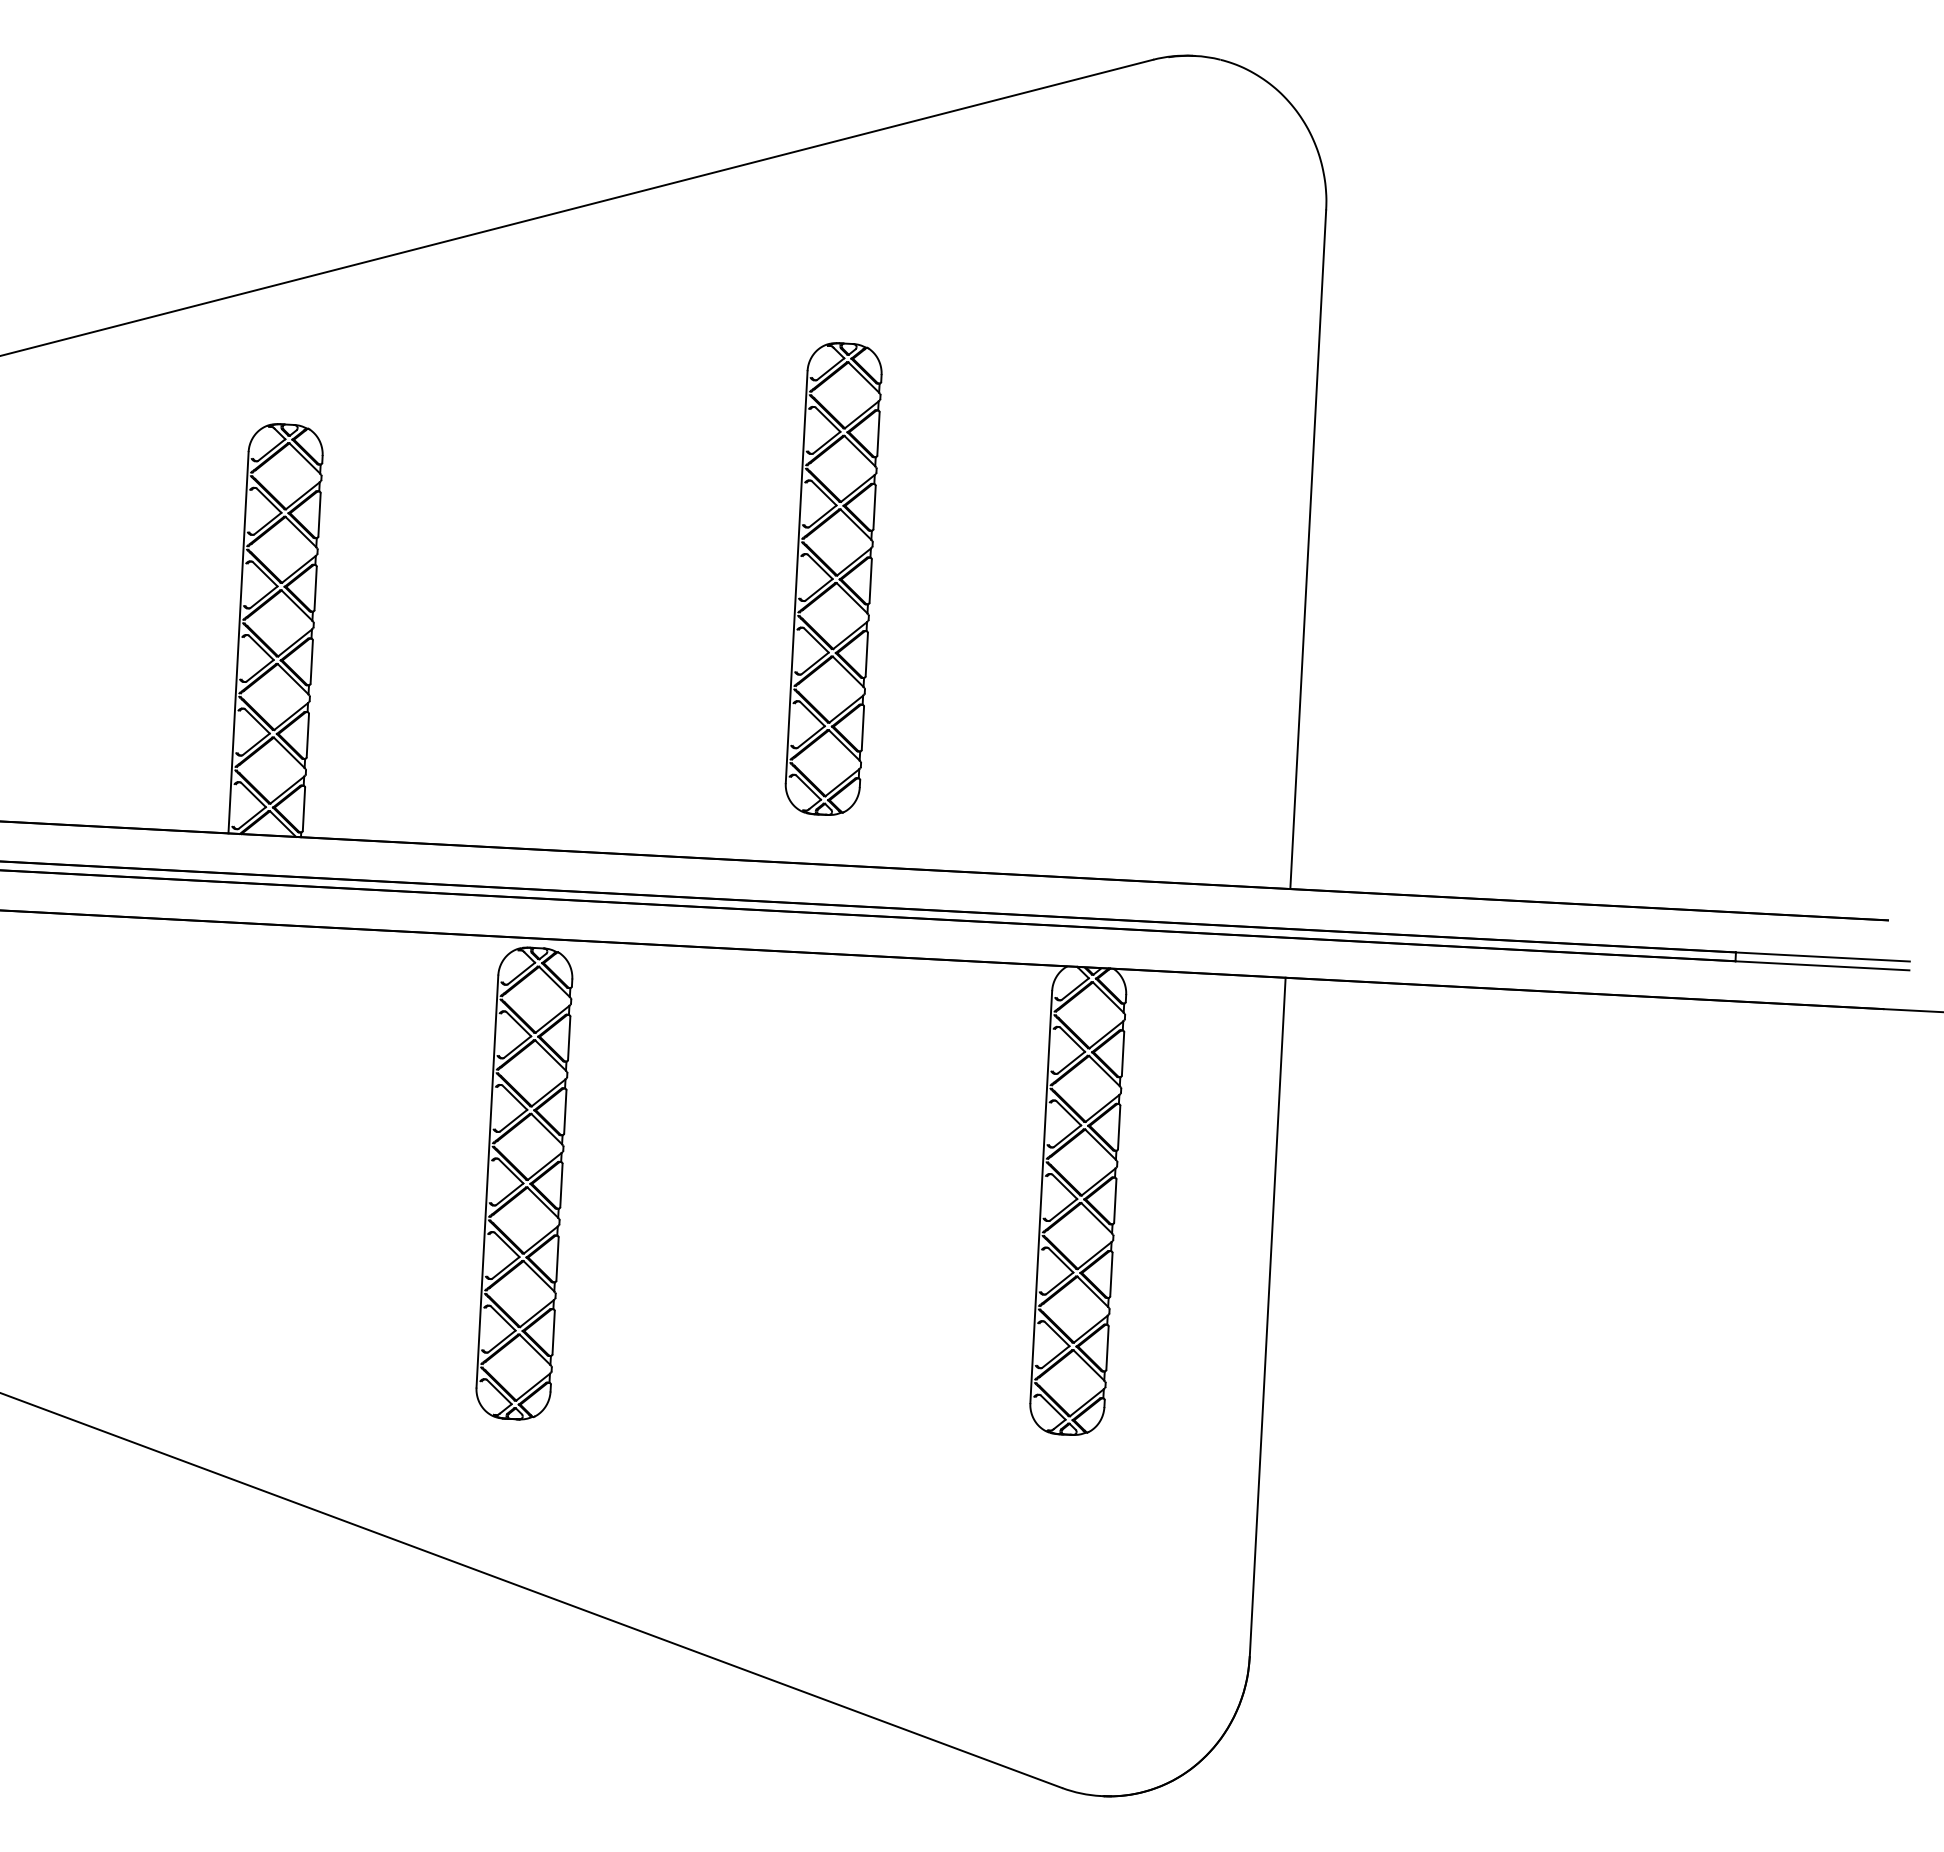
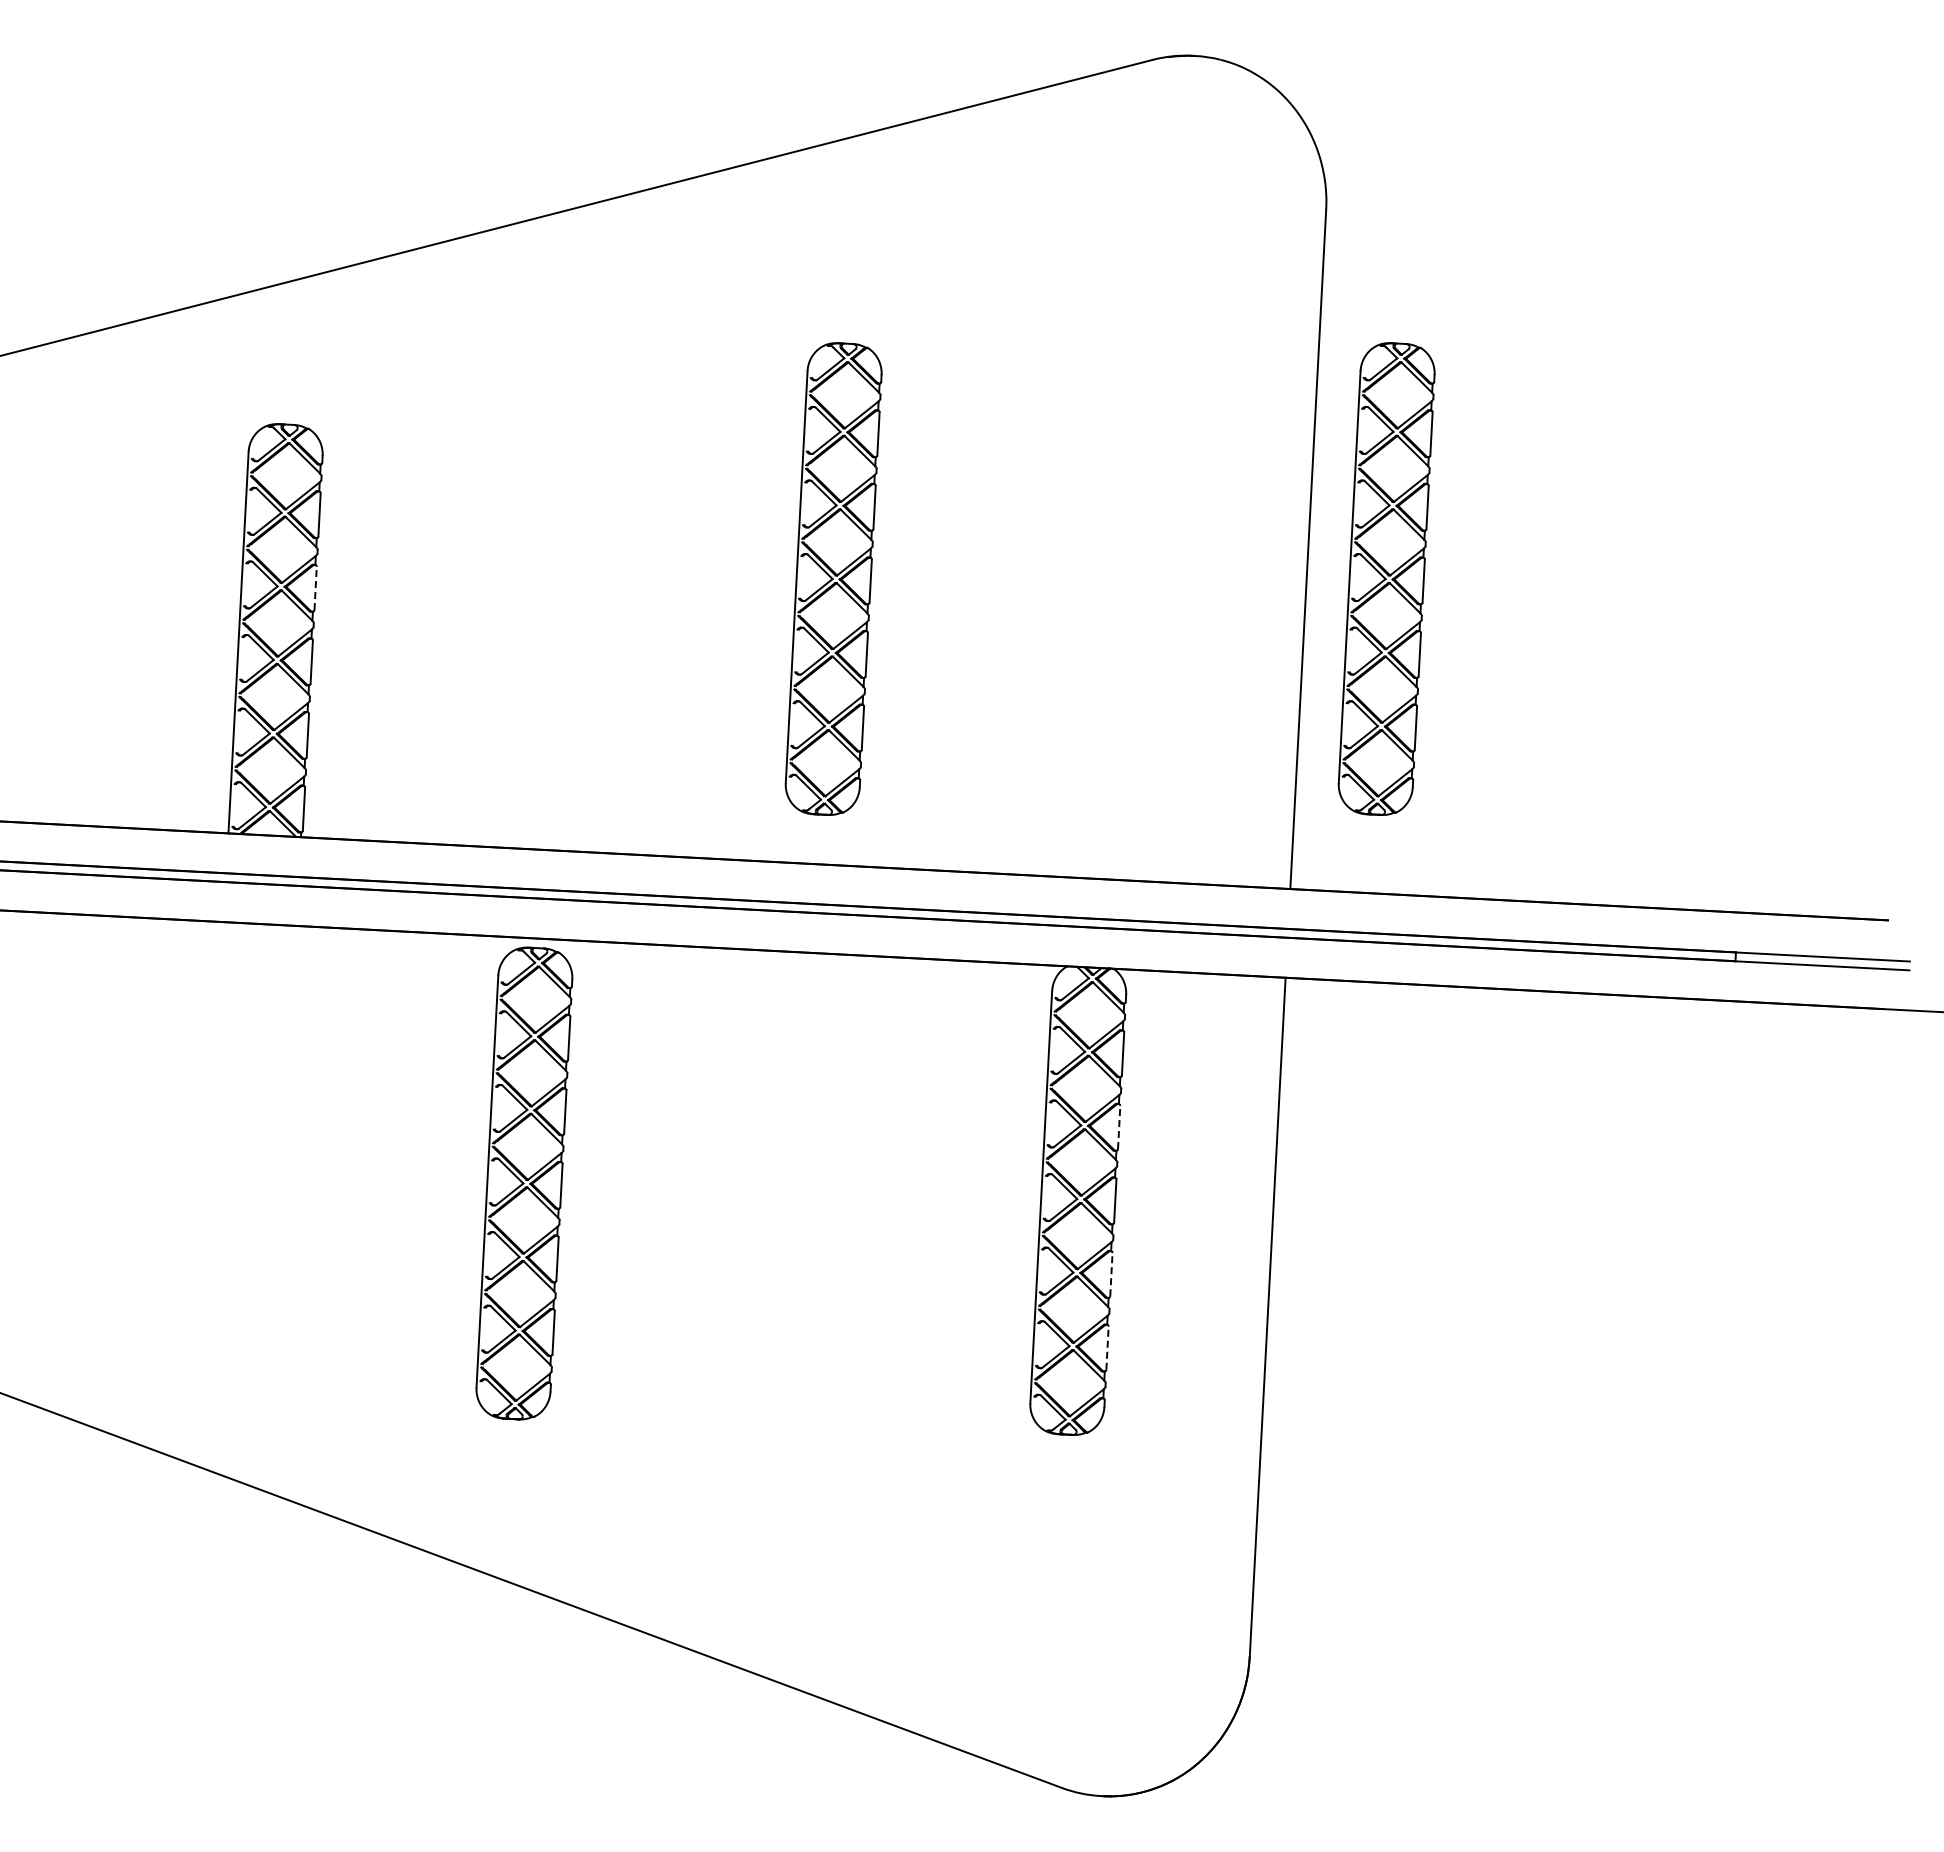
part at (1386, 578): none -> present
line at (315, 588): solid -> dashed
line at (1119, 1127): solid -> dashed
line at (1111, 1274): solid -> dashed
line at (1107, 1348): solid -> dashed
